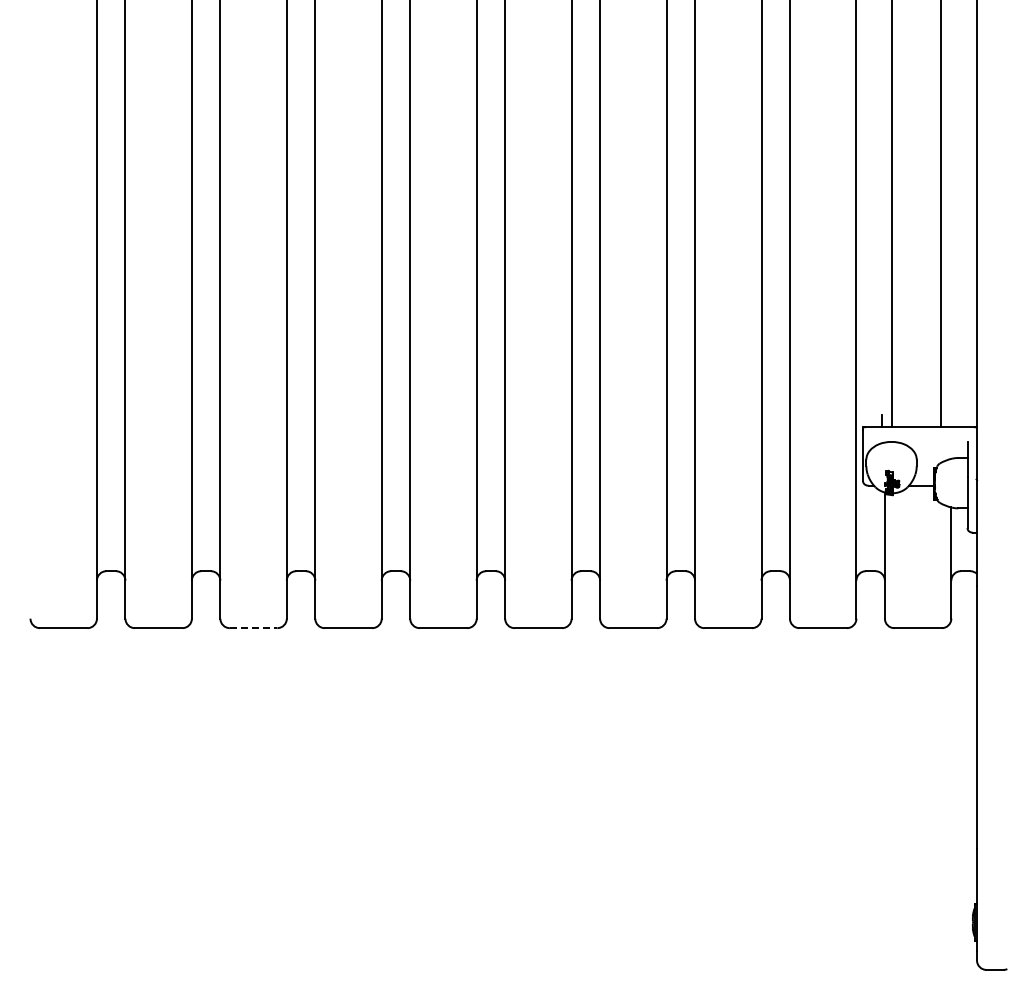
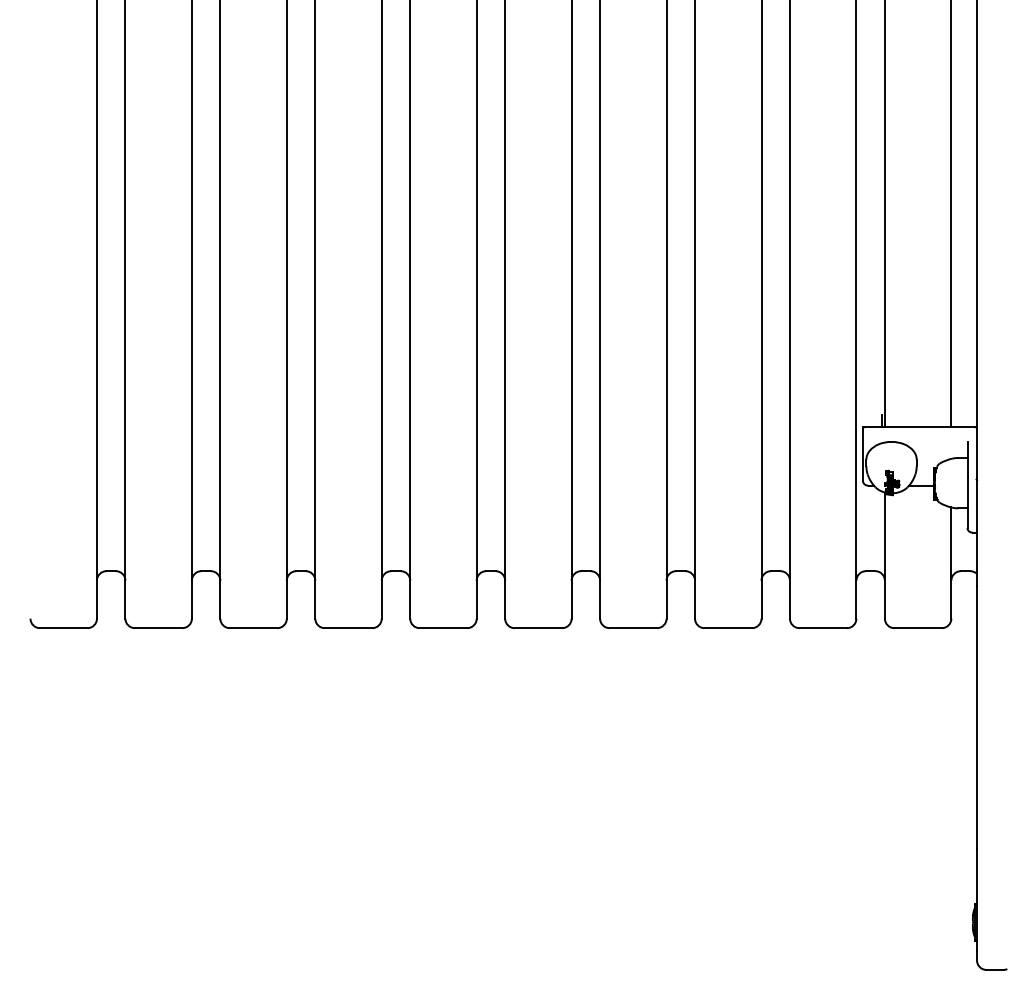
line at (891, 214) position: (891, 214) -> (884, 214)
line at (941, 214) position: (941, 214) -> (951, 214)
line at (253, 628): dashed -> solid
